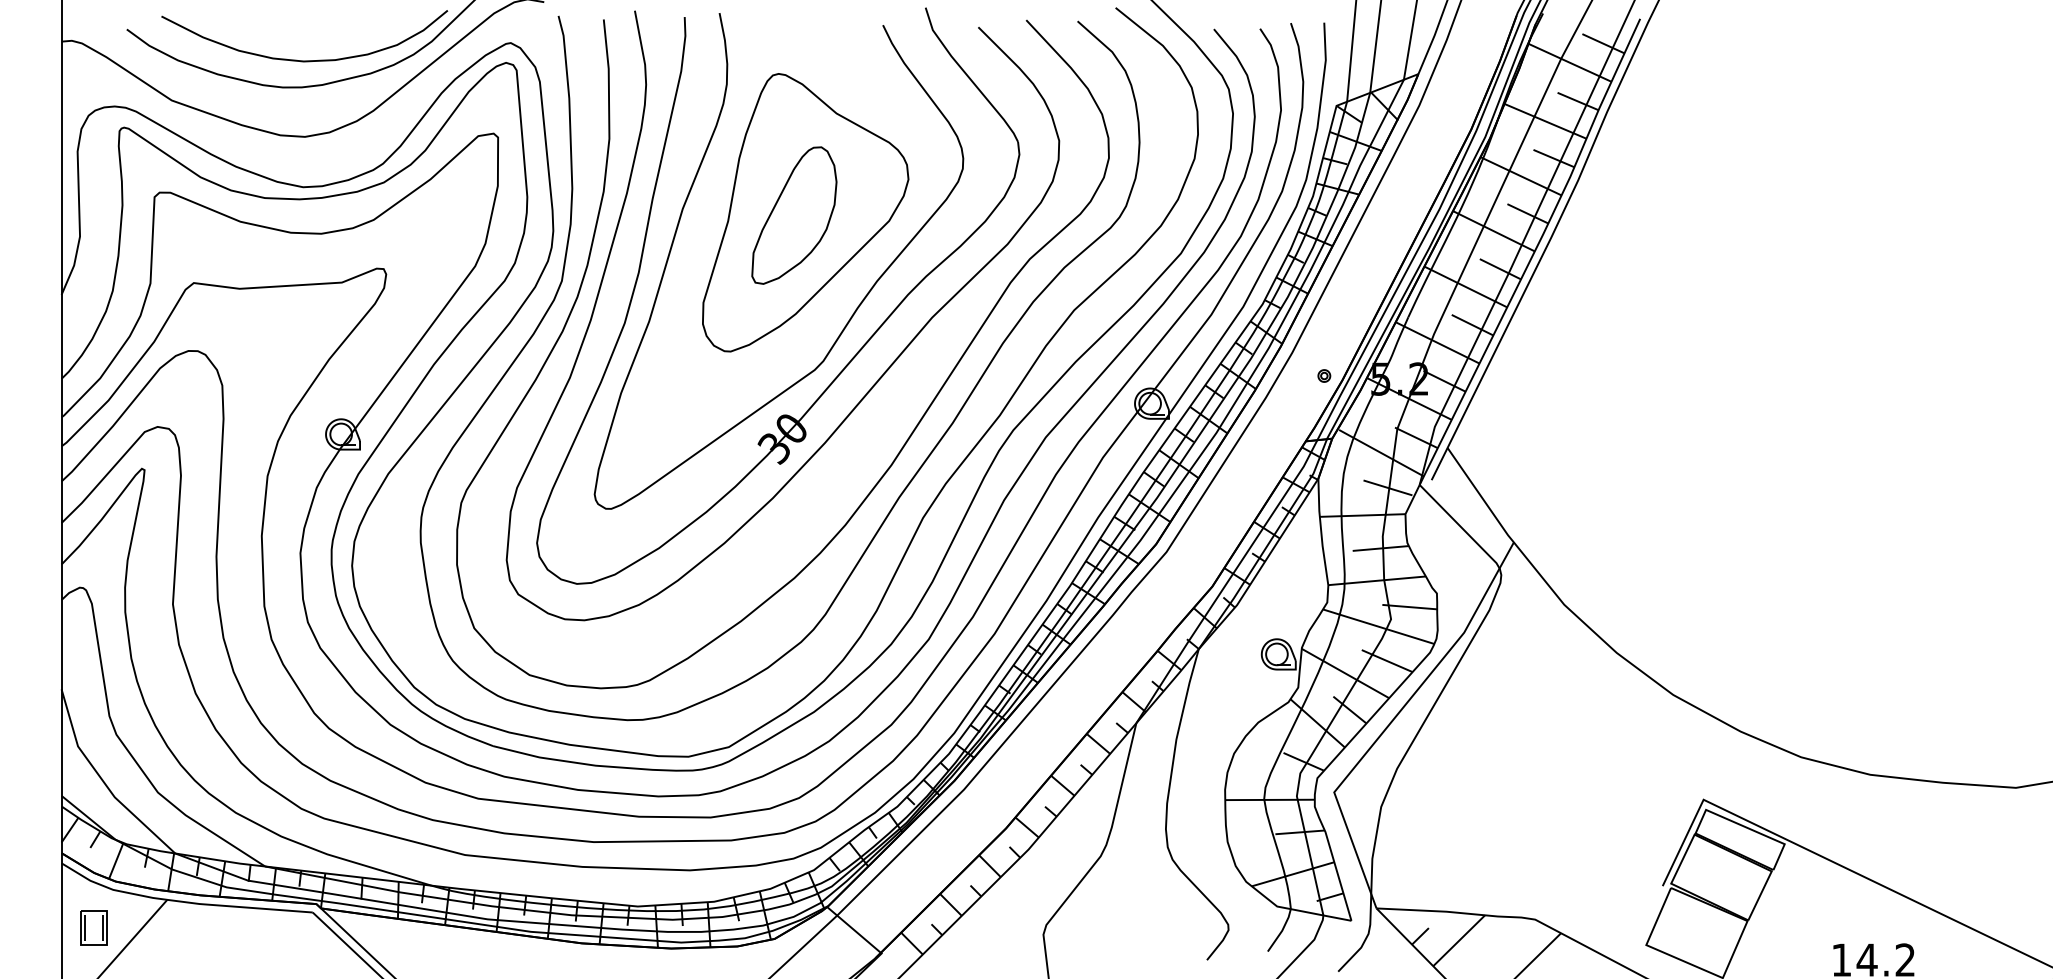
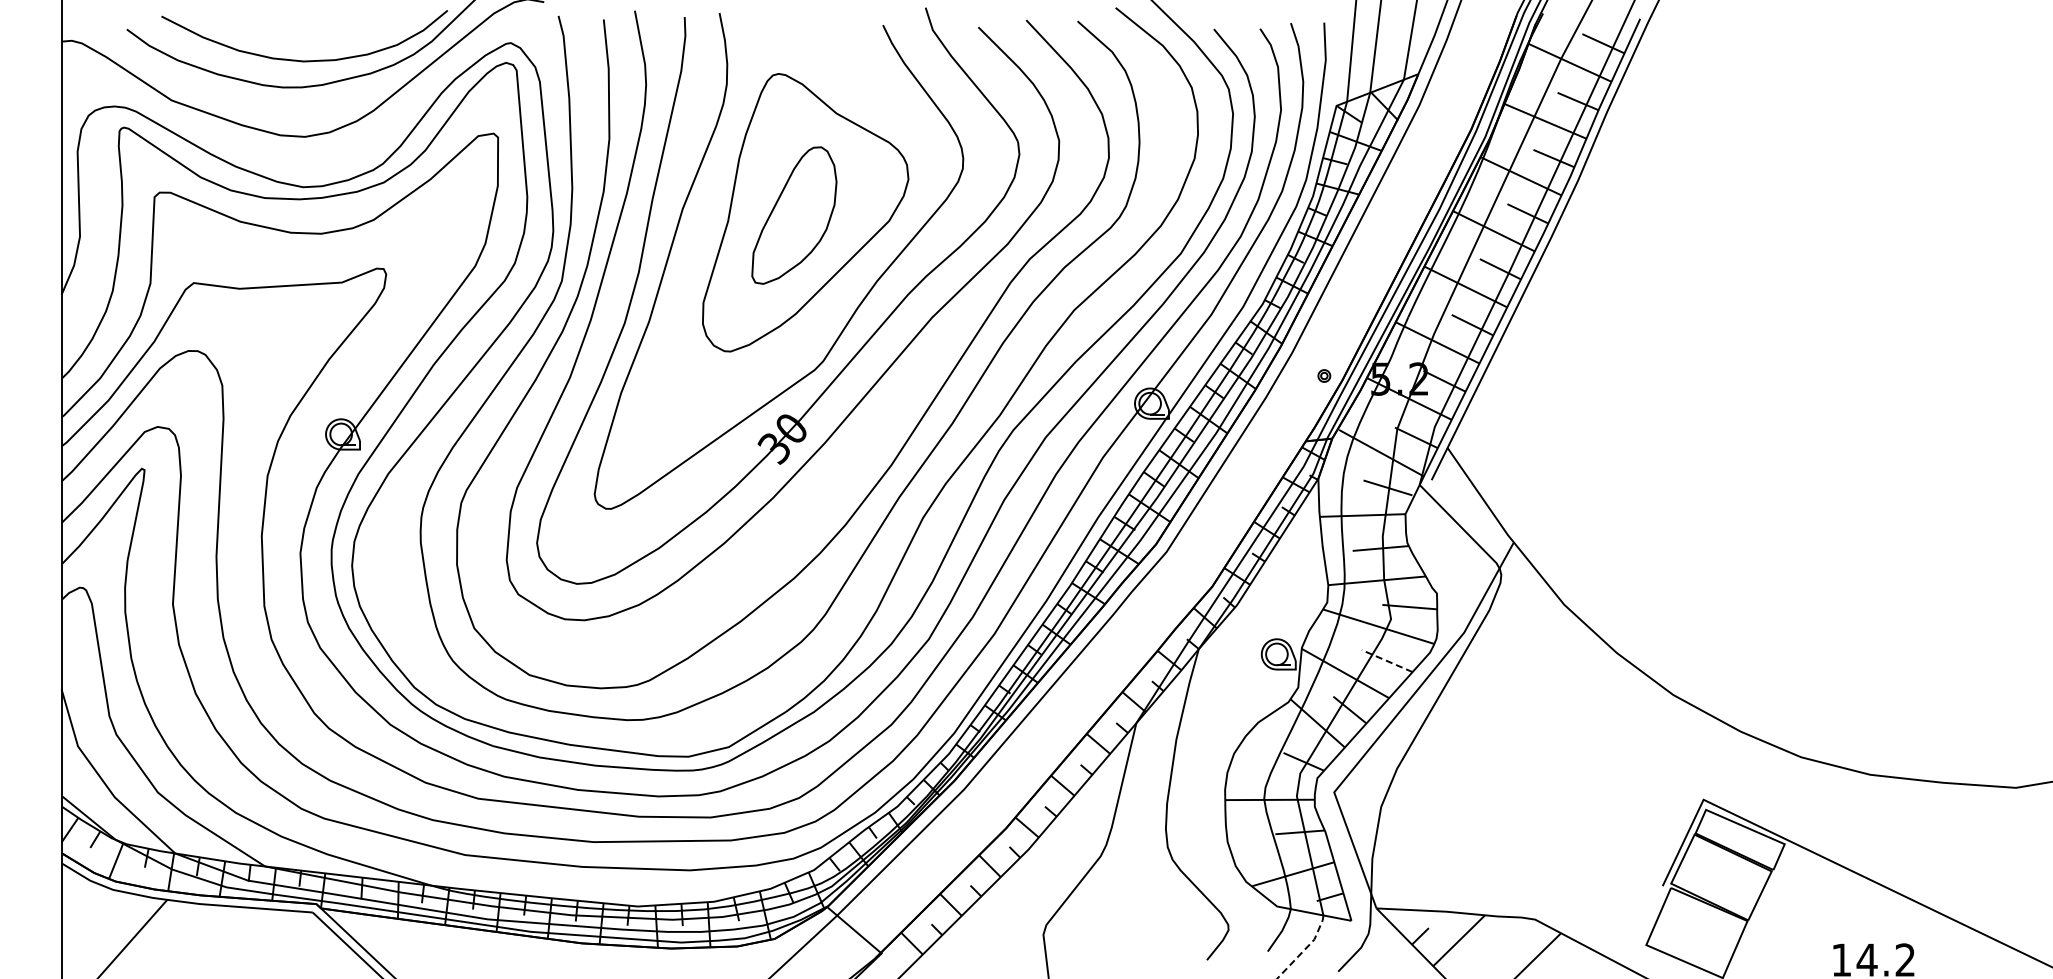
line at (1387, 661): solid -> dashed
part at (93, 927): present -> none
line at (1306, 948): solid -> dashed
